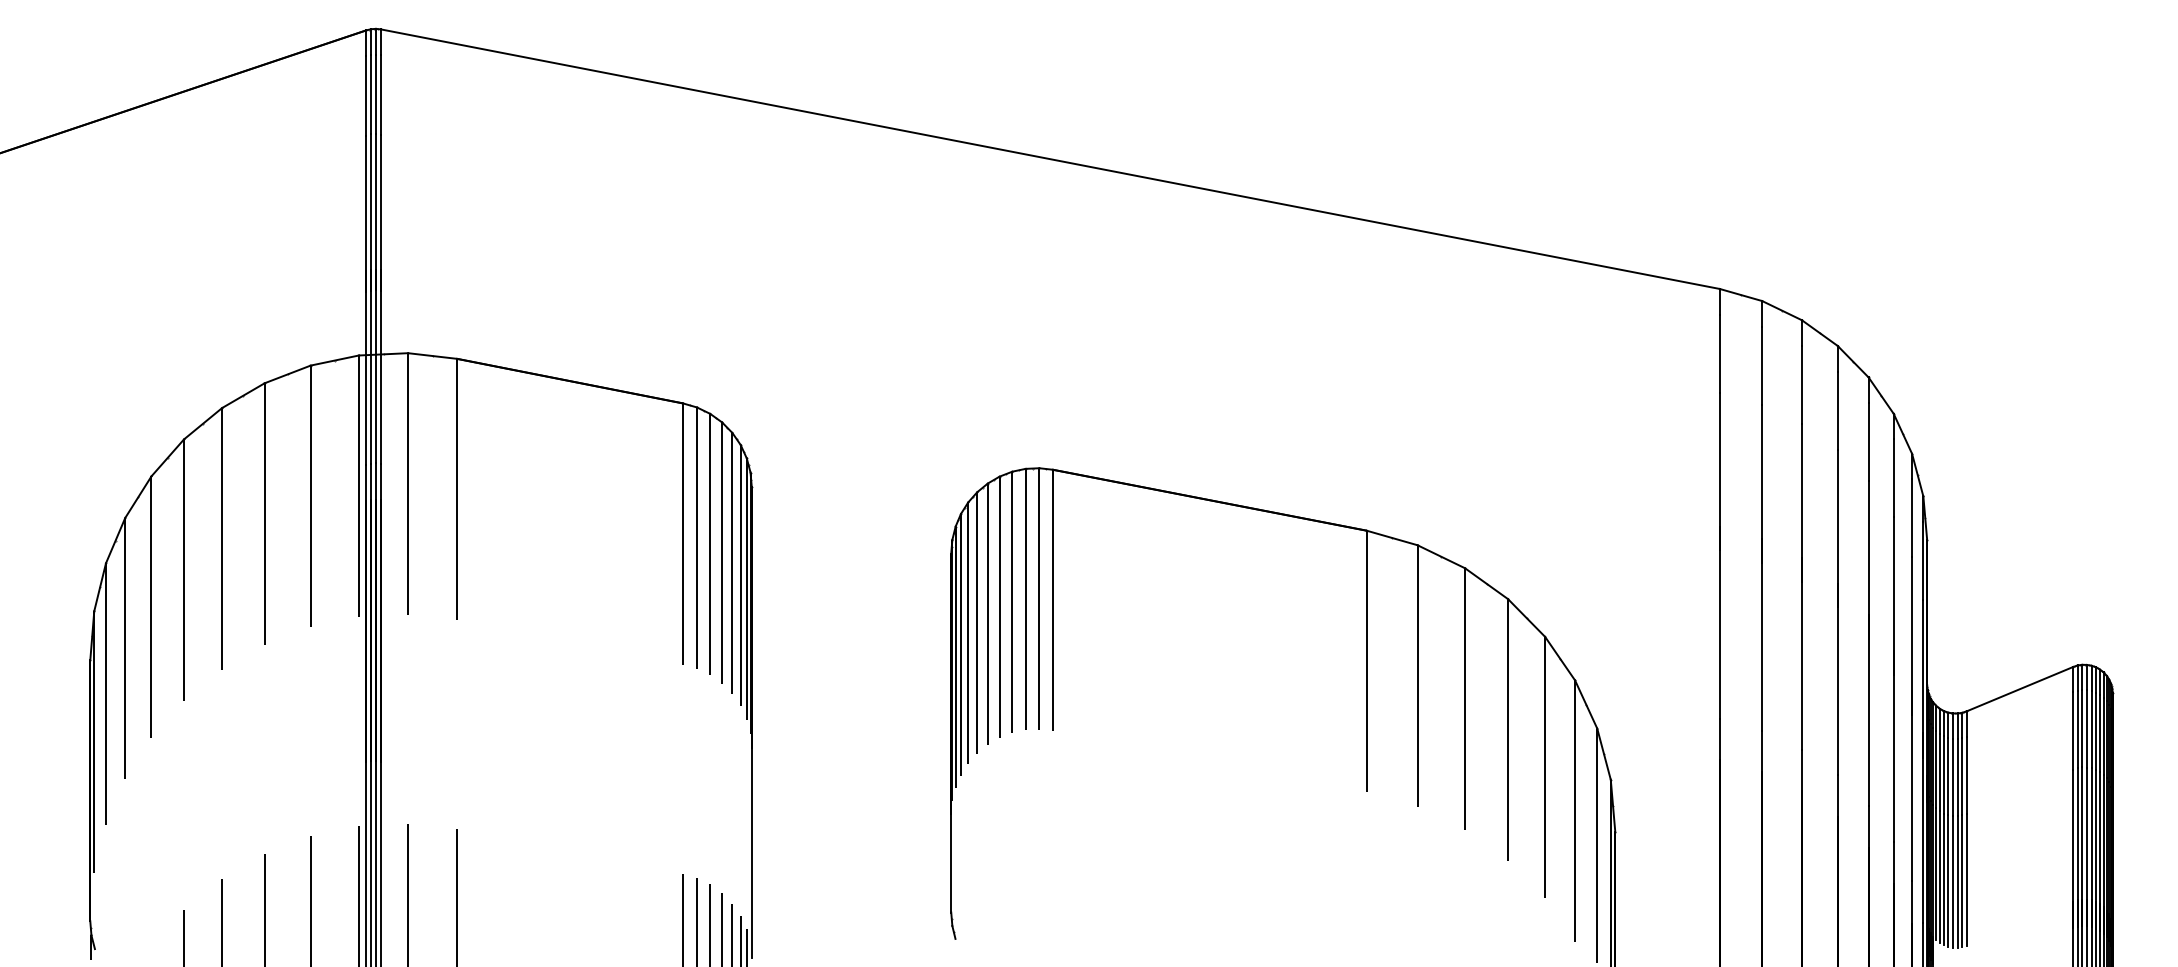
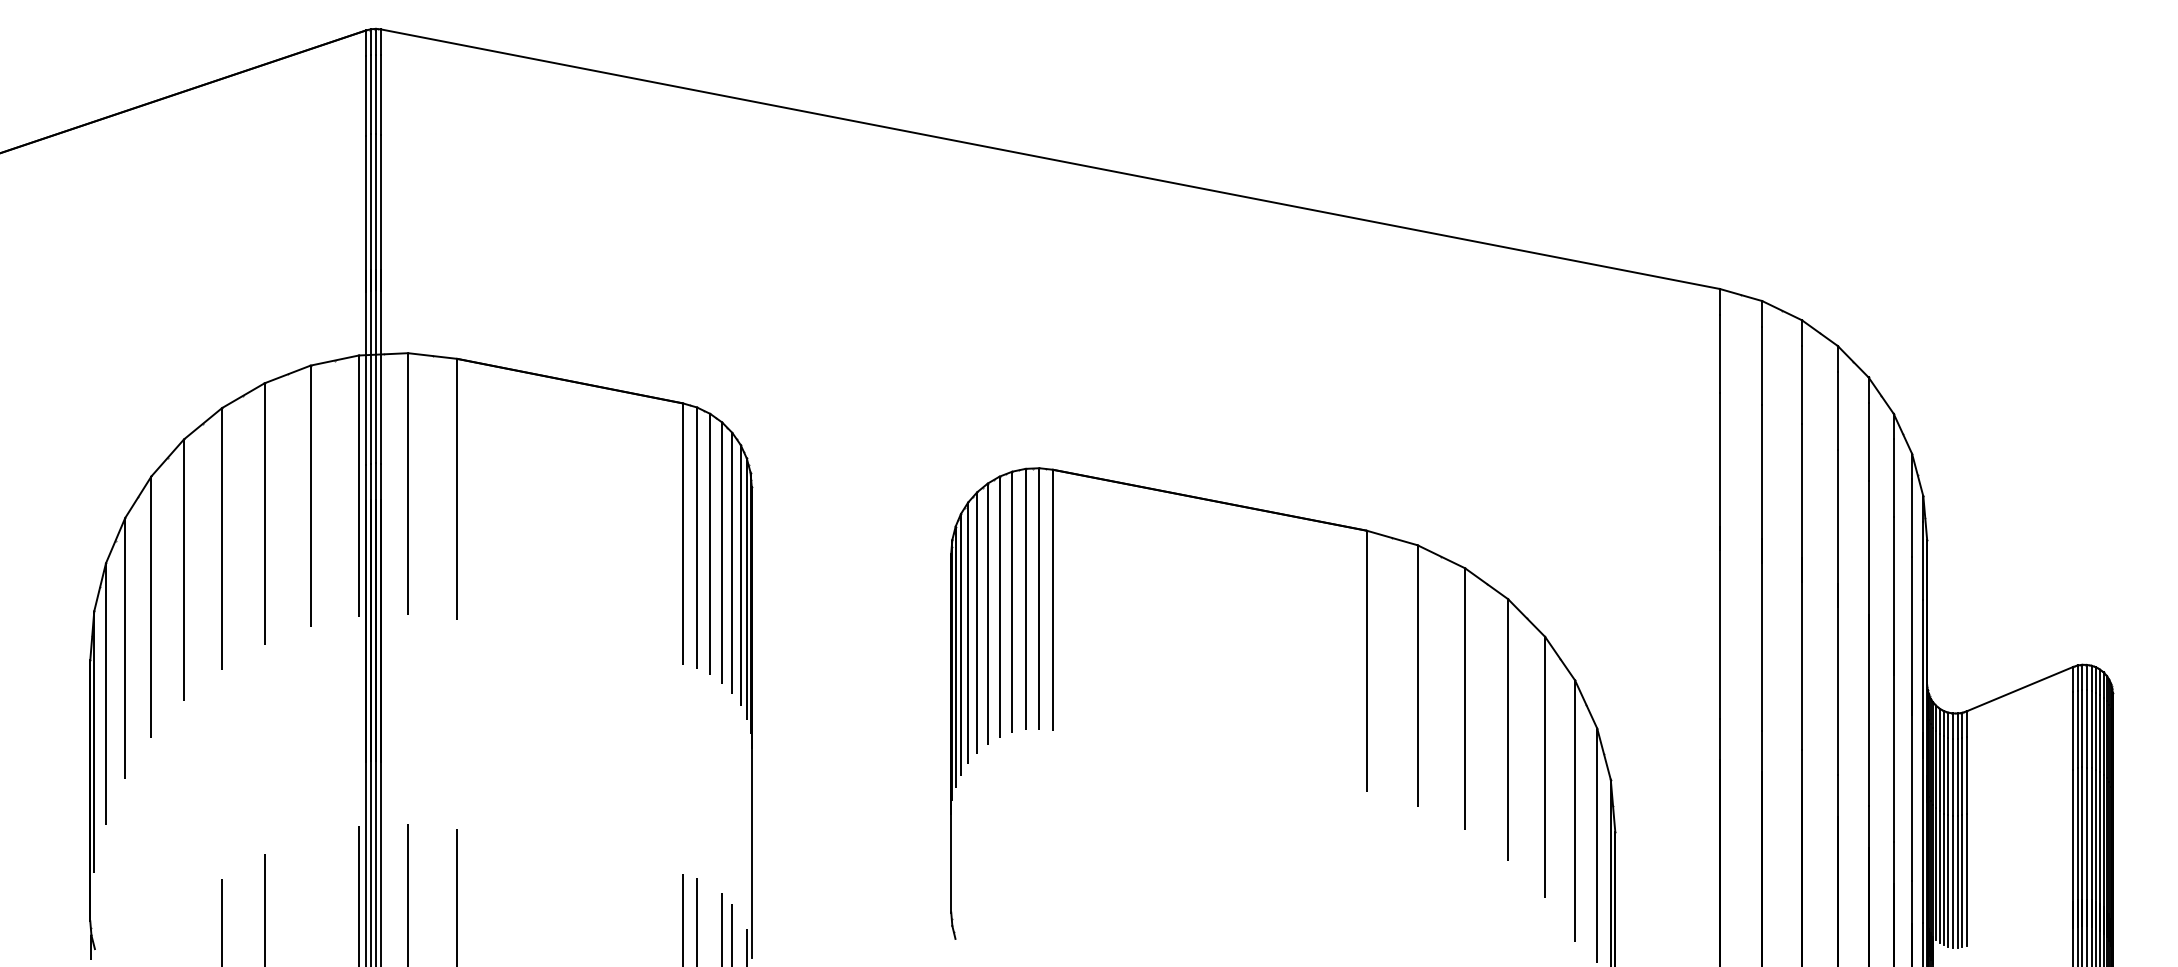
line at (310, 899): present -> none
line at (710, 923): present -> none
line at (184, 936): present -> none
line at (740, 939): present -> none
